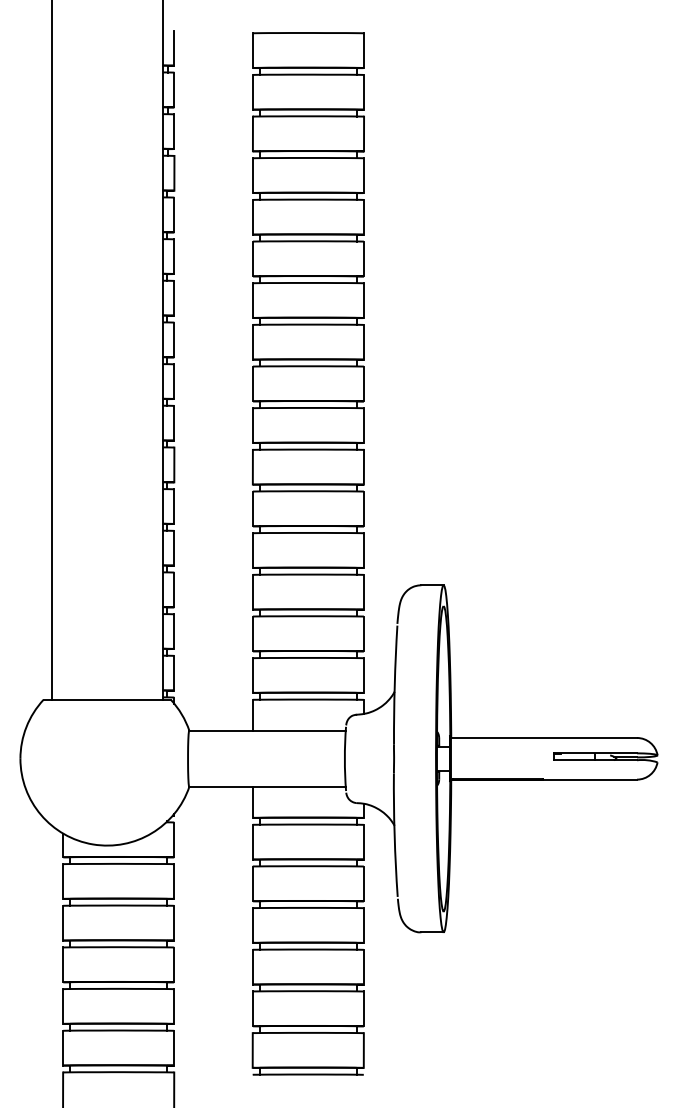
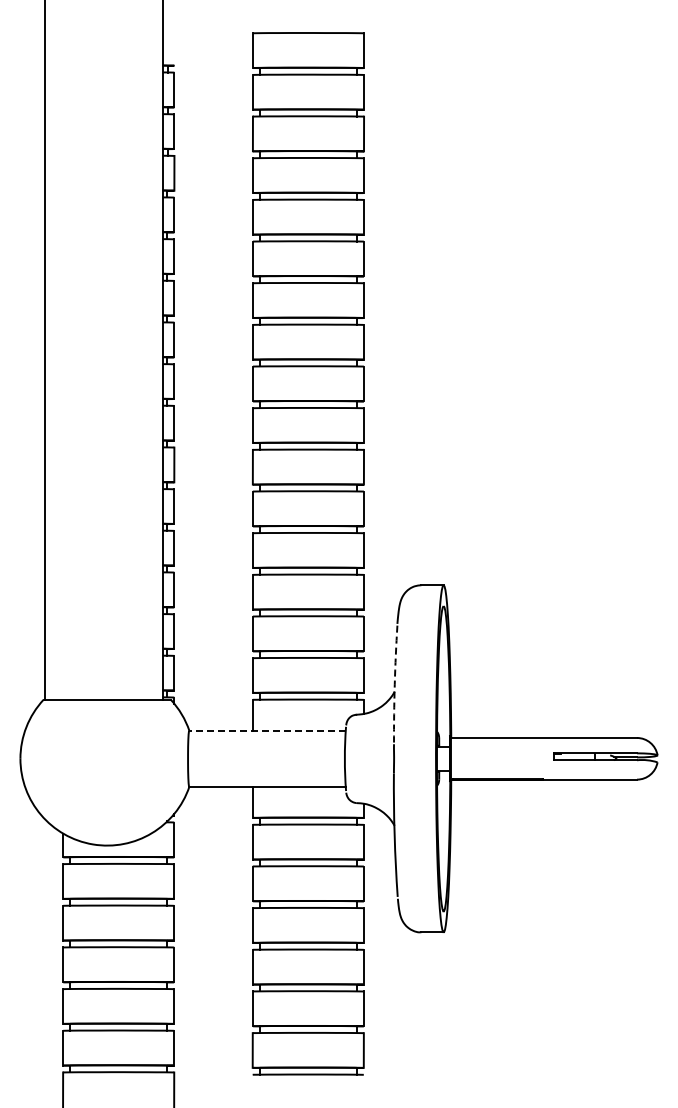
line at (174, 47): present -> none
line at (51, 350) position: (51, 350) -> (44, 350)
arc at (394, 684): solid -> dashed
line at (266, 731): solid -> dashed
